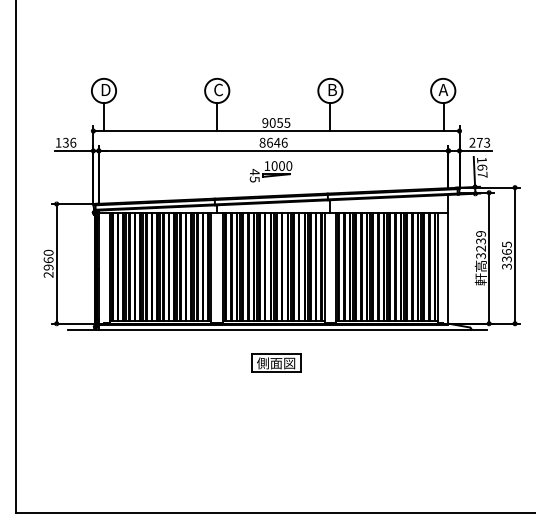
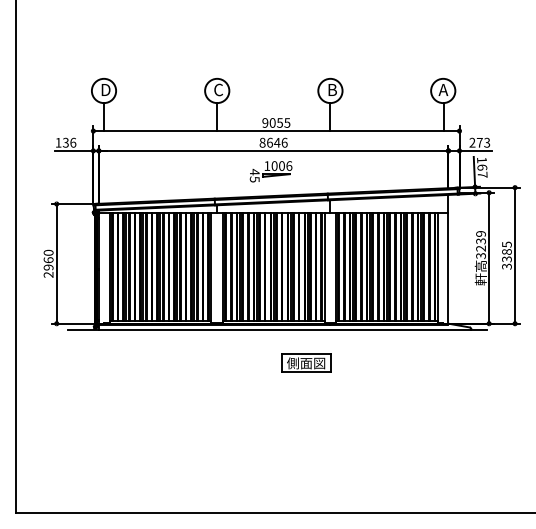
text at (289, 165): 1000 -> 1006
text at (506, 251): 3365 -> 3385
part at (276, 362) position: (276, 362) -> (306, 362)
